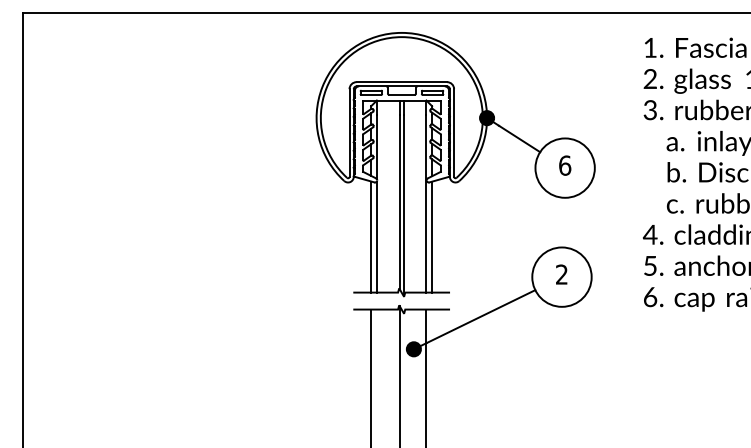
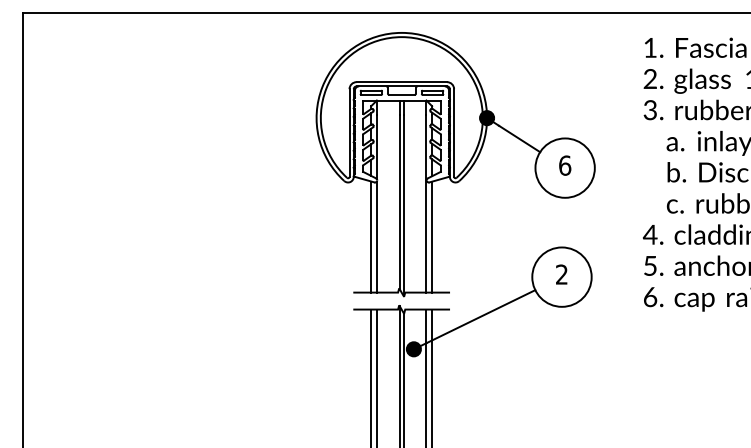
line at (376, 376): none -> present
line at (432, 376): none -> present
line at (403, 378): none -> present
